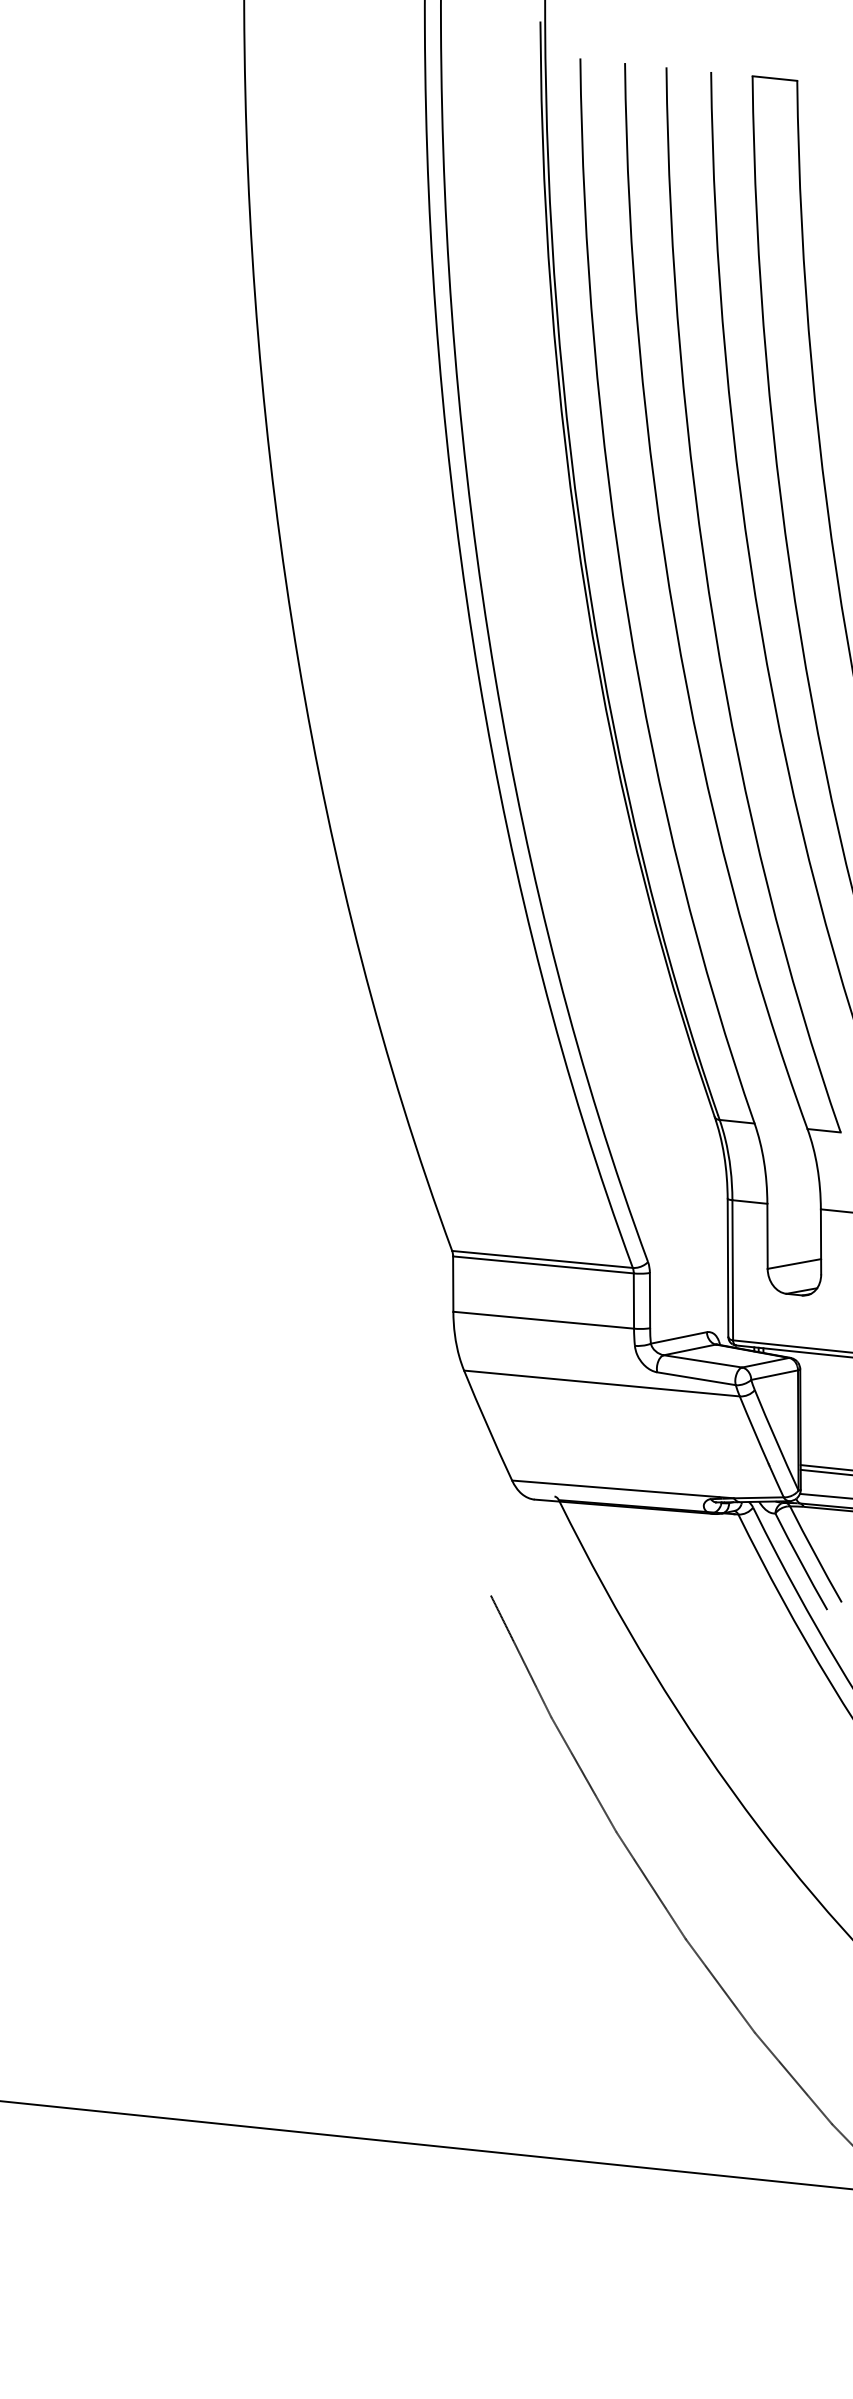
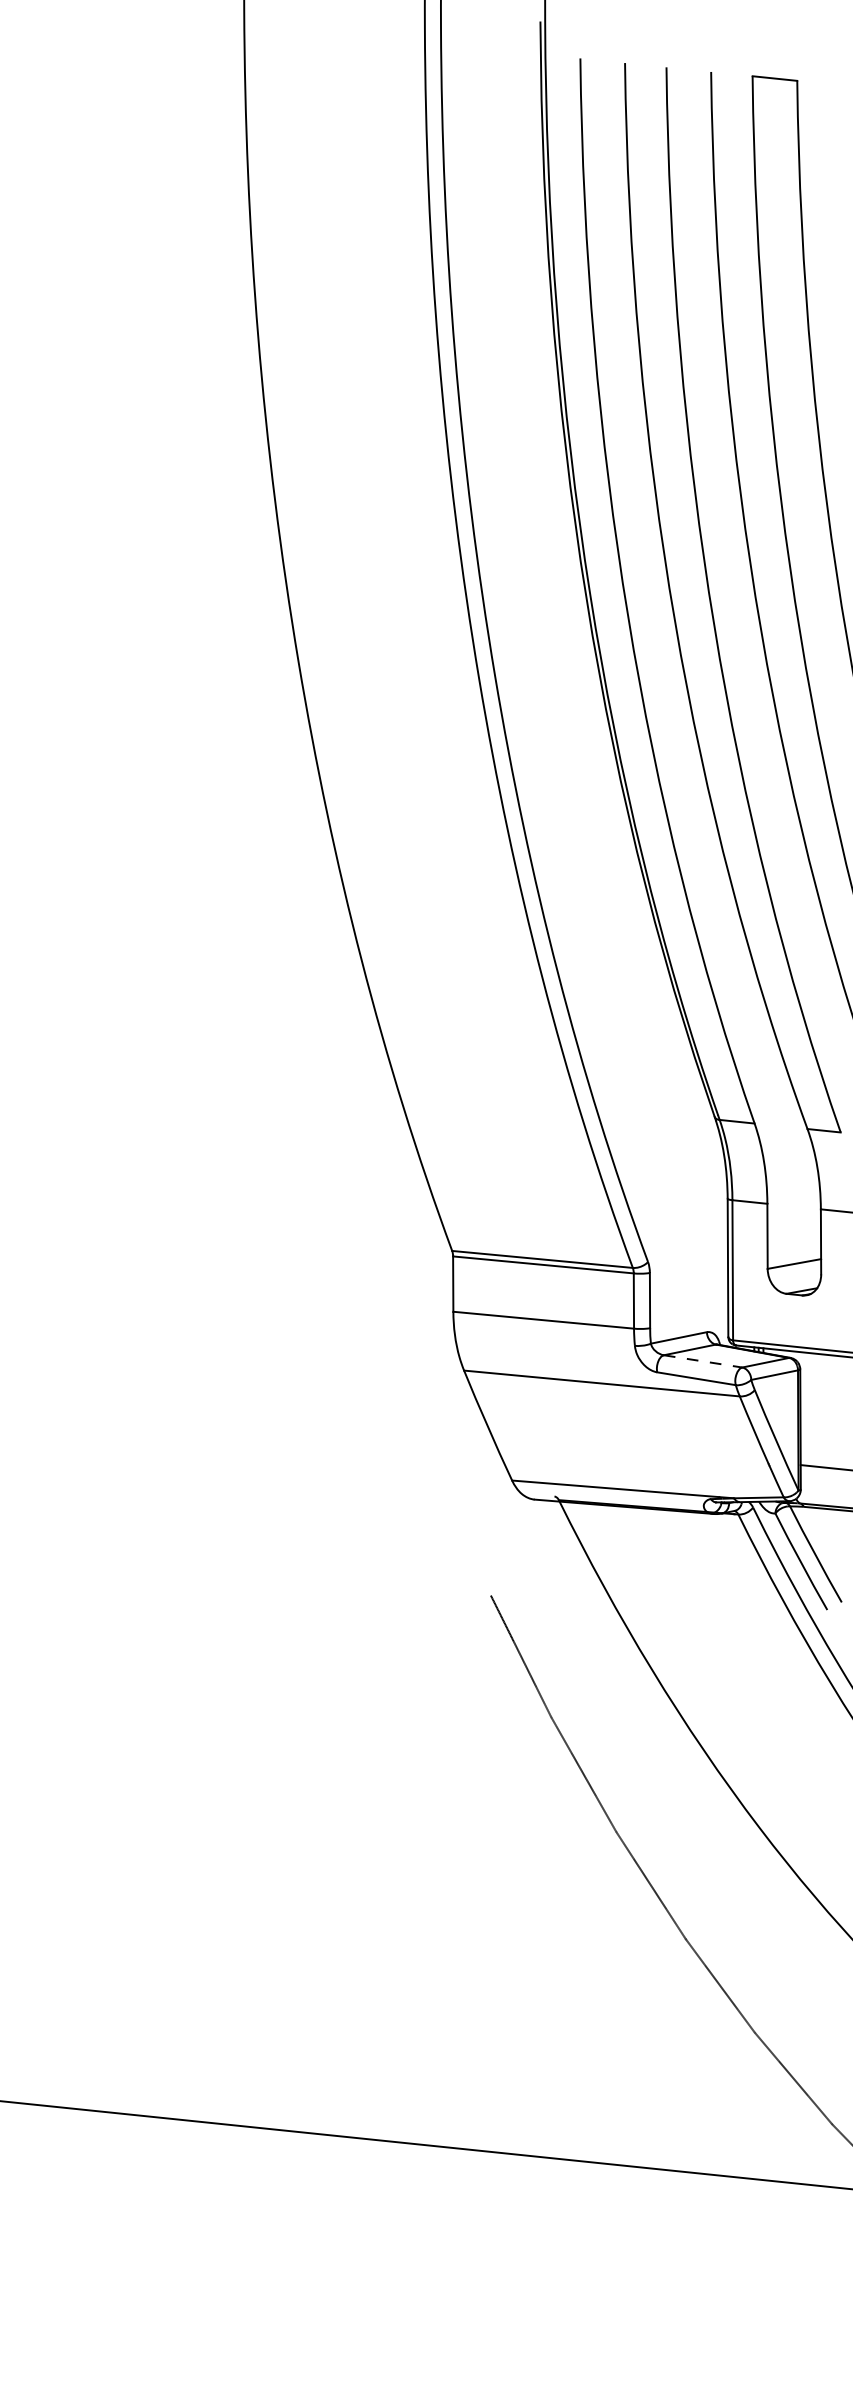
line at (703, 1361): solid -> dashed
line at (824, 1471): present -> none
line at (824, 1495): present -> none
